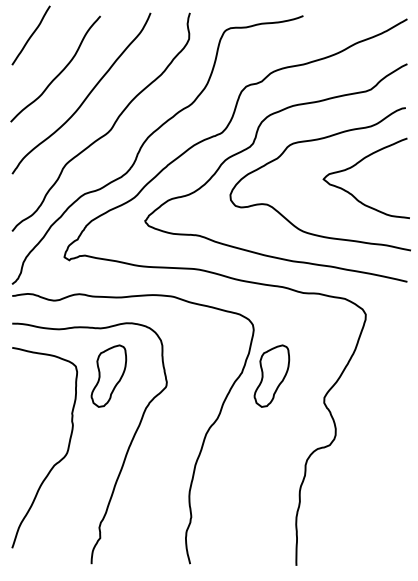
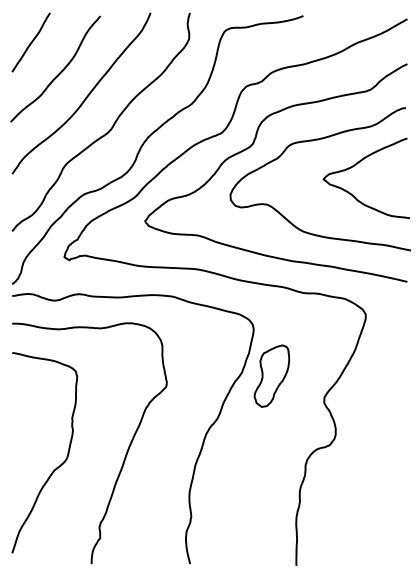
curve at (30, 35) position: (30, 35) -> (30, 42)
part at (108, 375): present -> none
curve at (57, 461) position: (57, 461) -> (57, 466)
